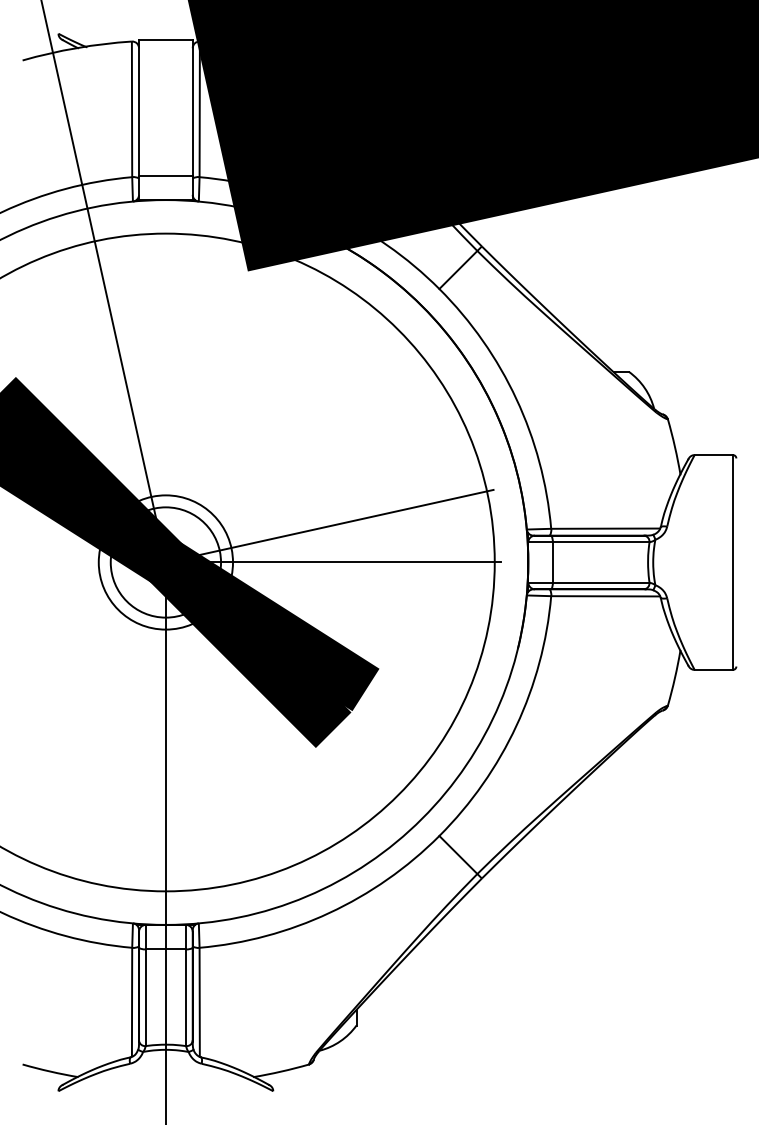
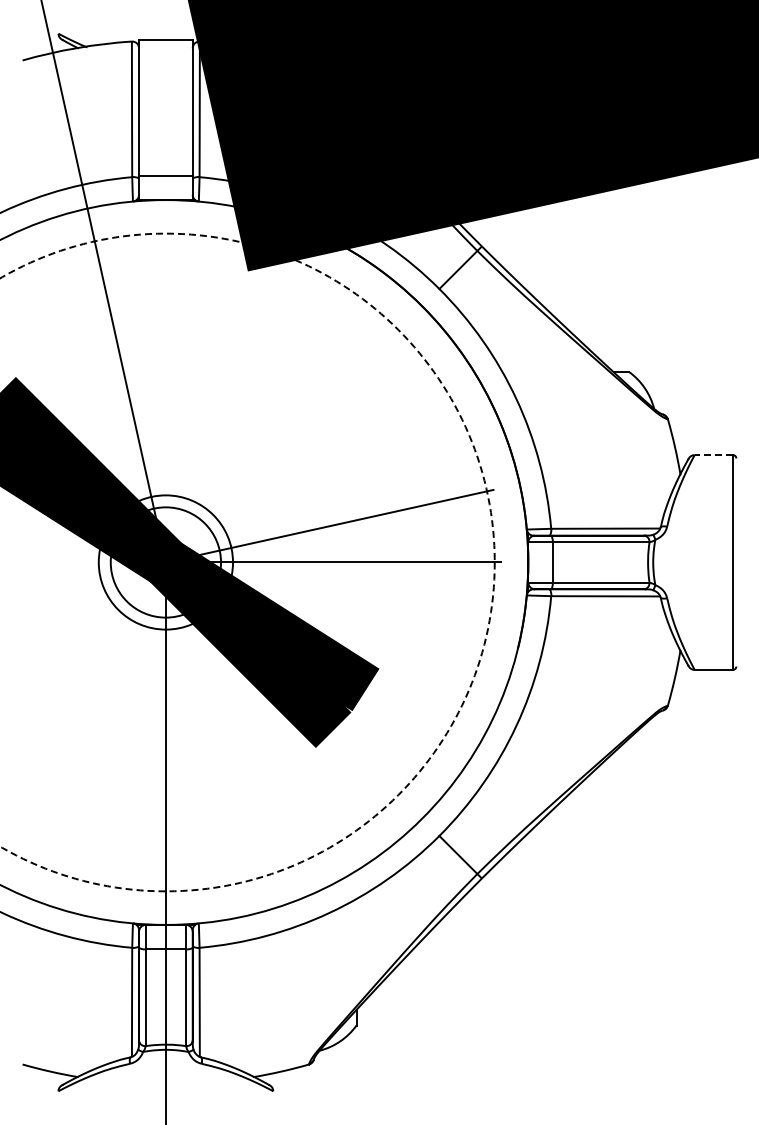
line at (713, 455): solid -> dashed
circle at (247, 562): solid -> dashed
